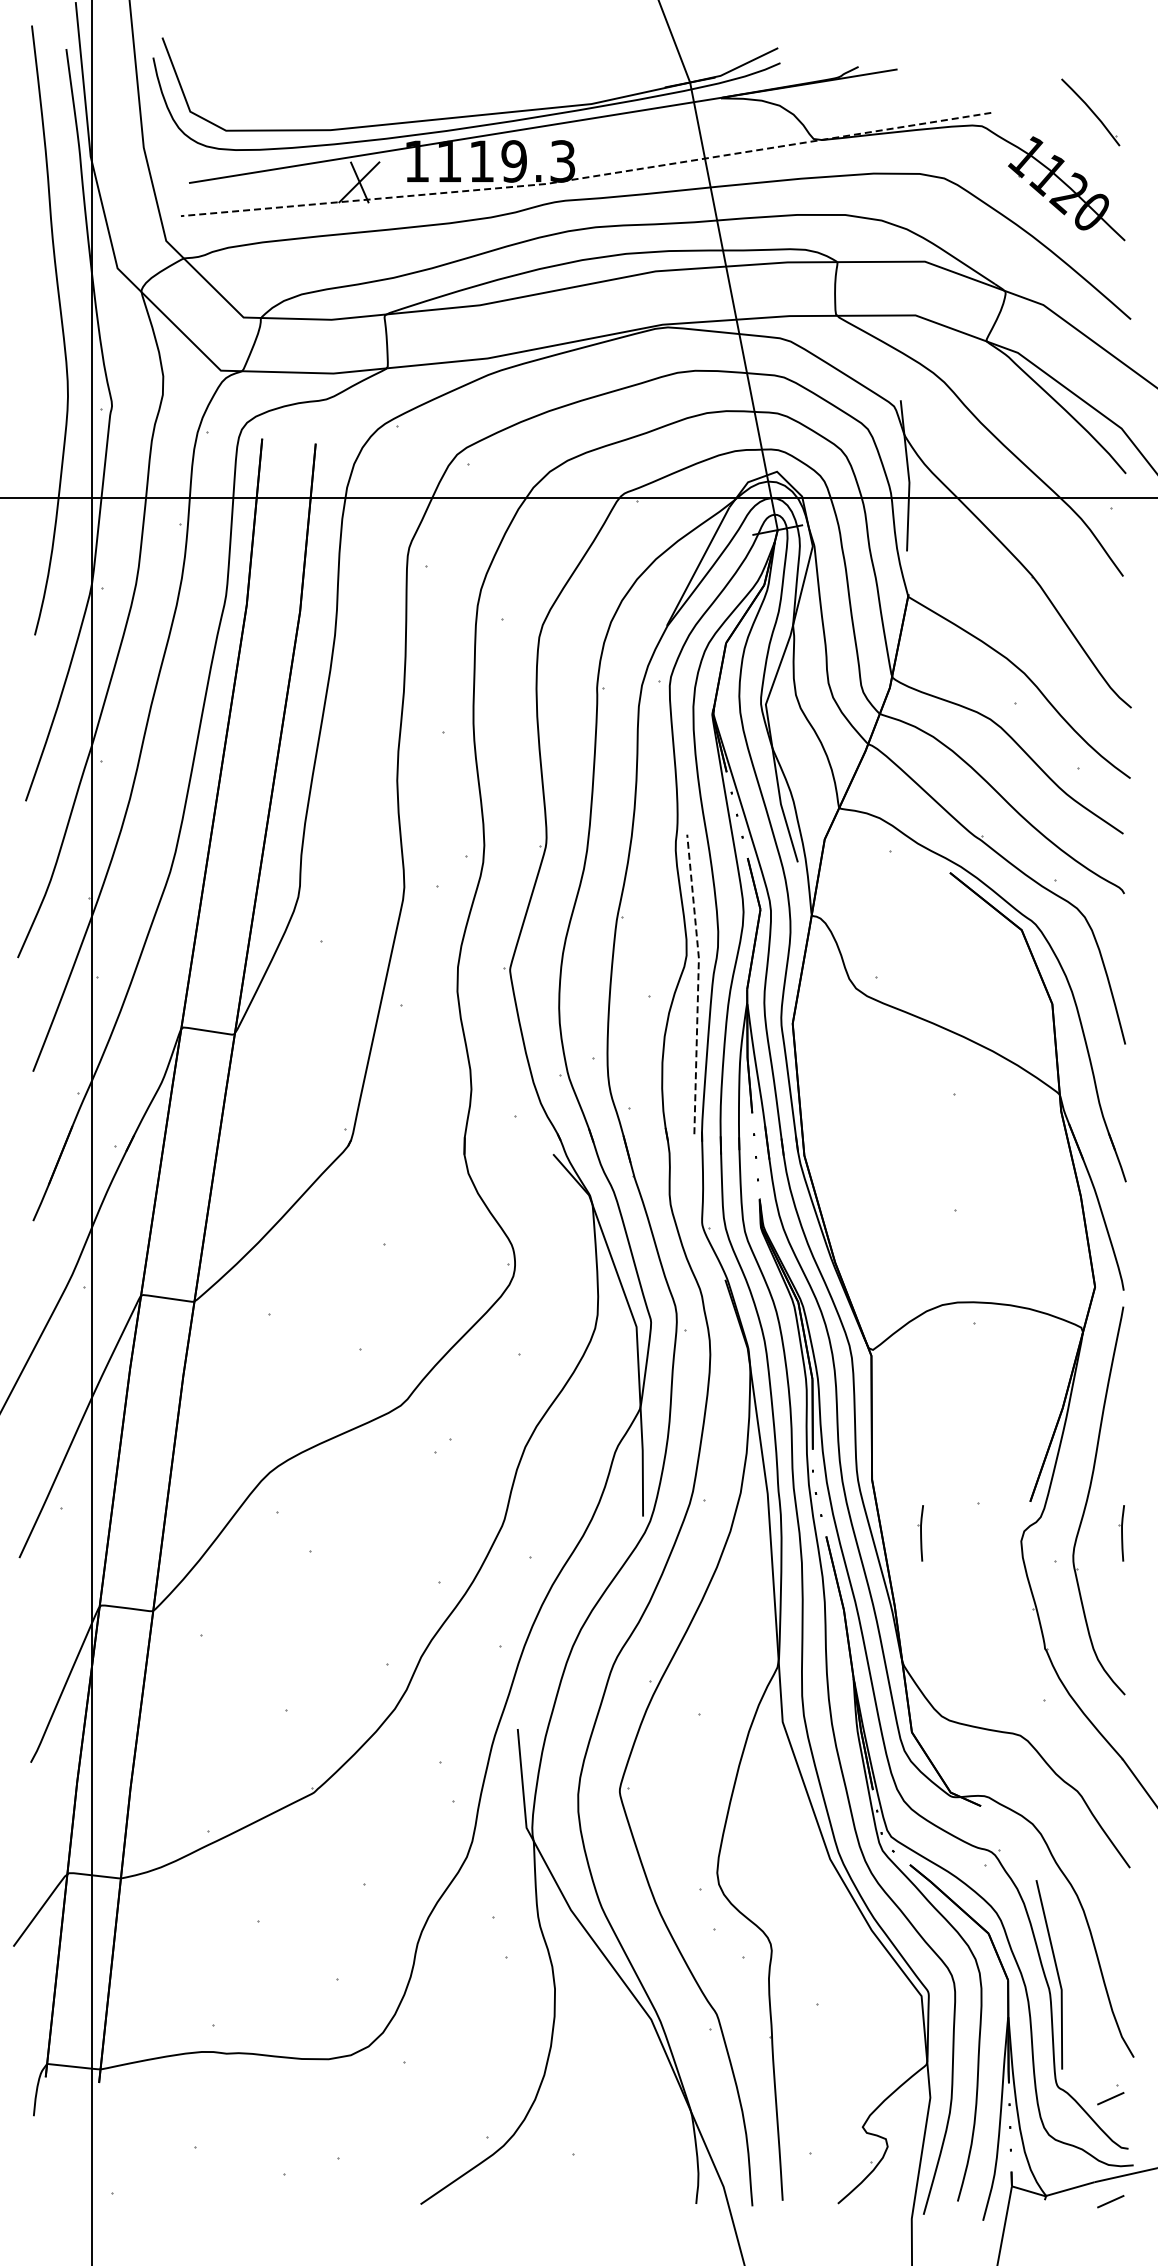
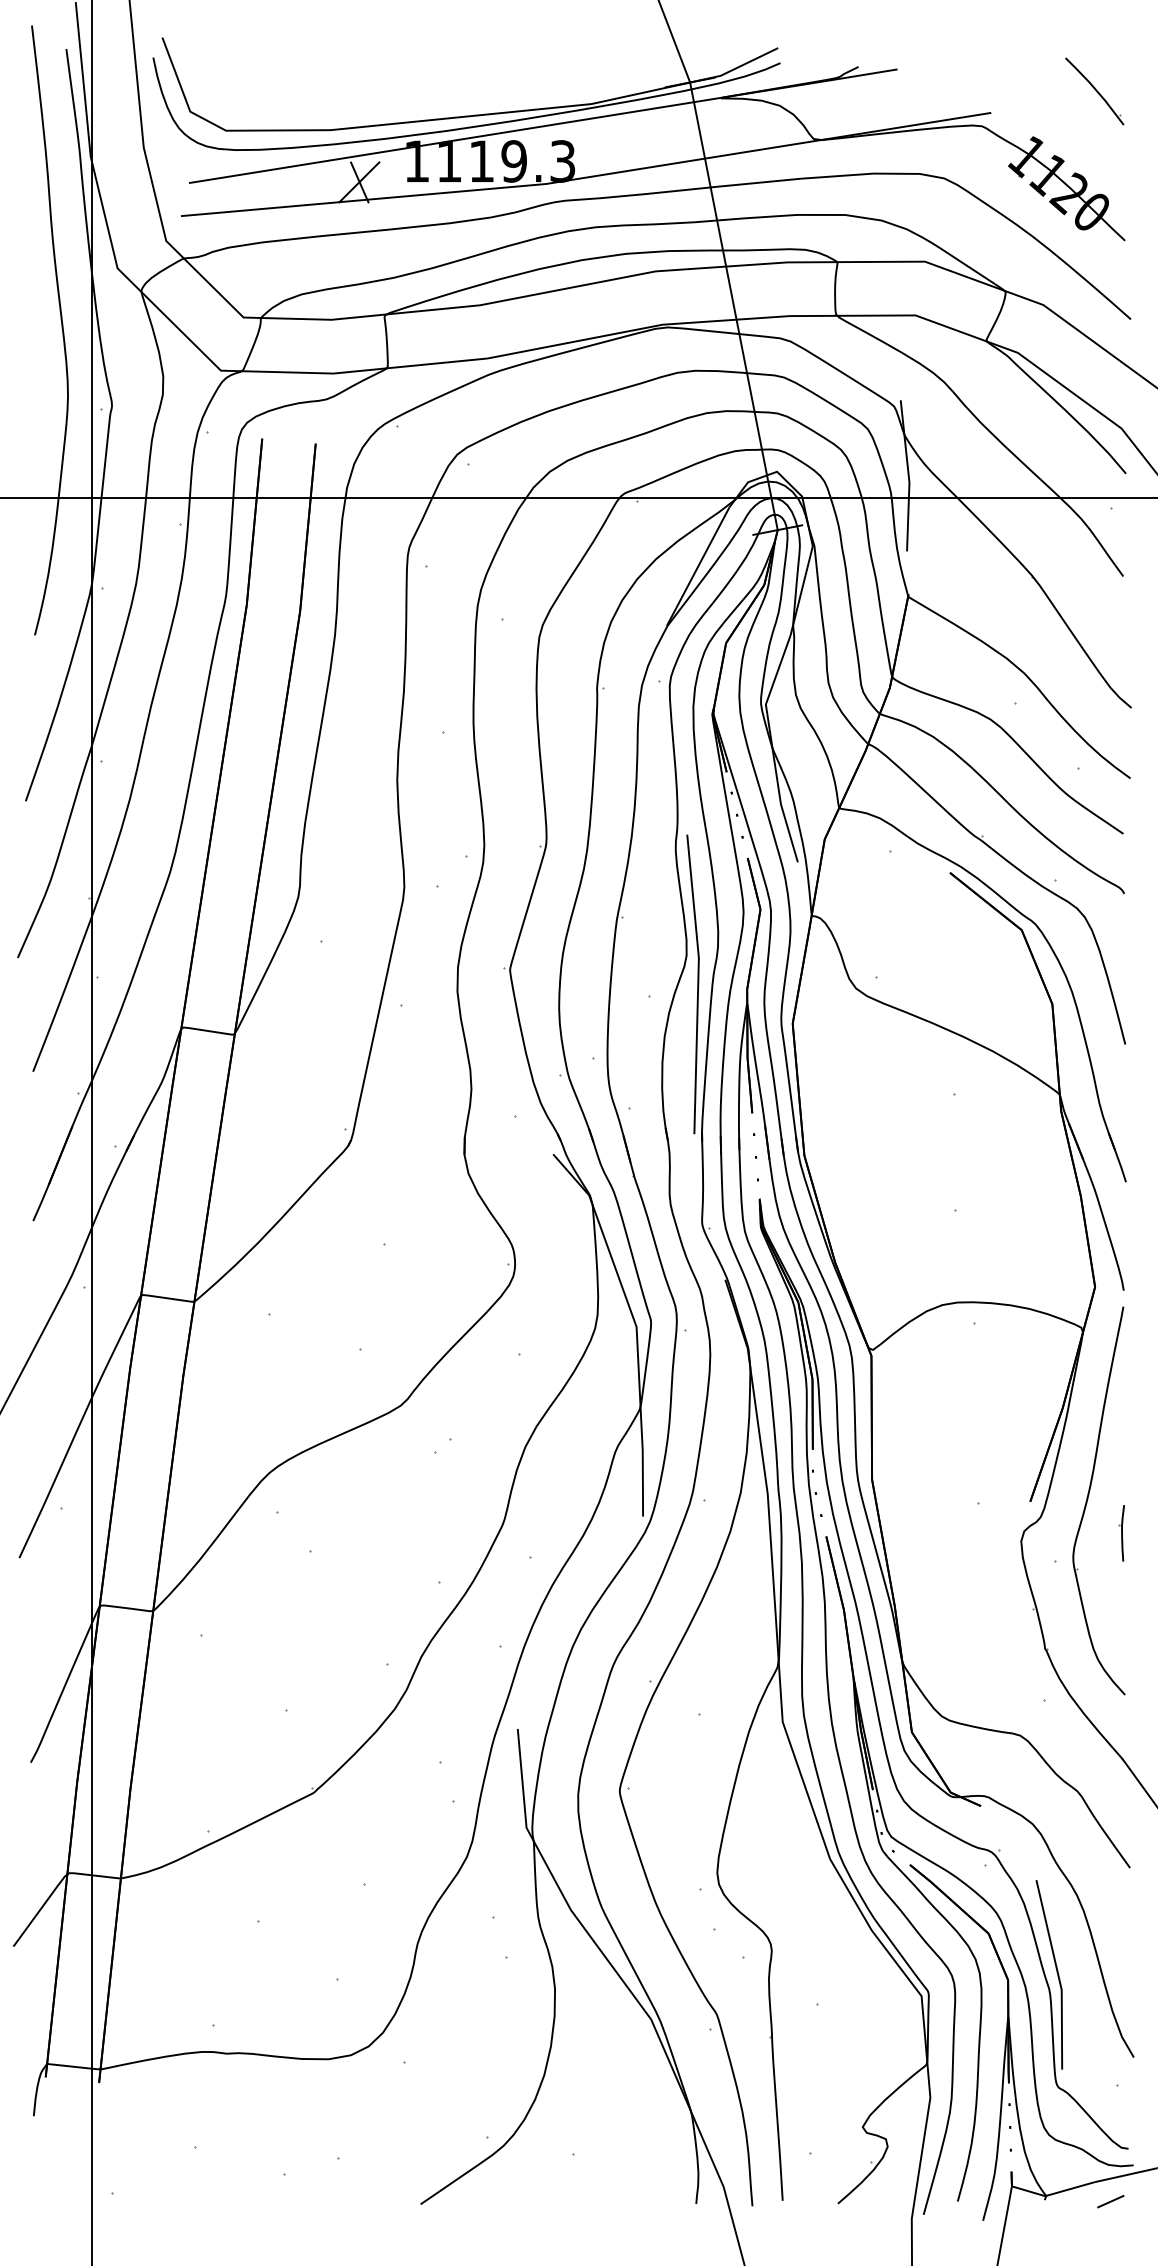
part at (1090, 112) position: (1090, 112) -> (1094, 91)
line at (586, 177): dashed -> solid
line at (698, 983): dashed -> solid
part at (920, 1533): present -> none
line at (1110, 2098): present -> none
